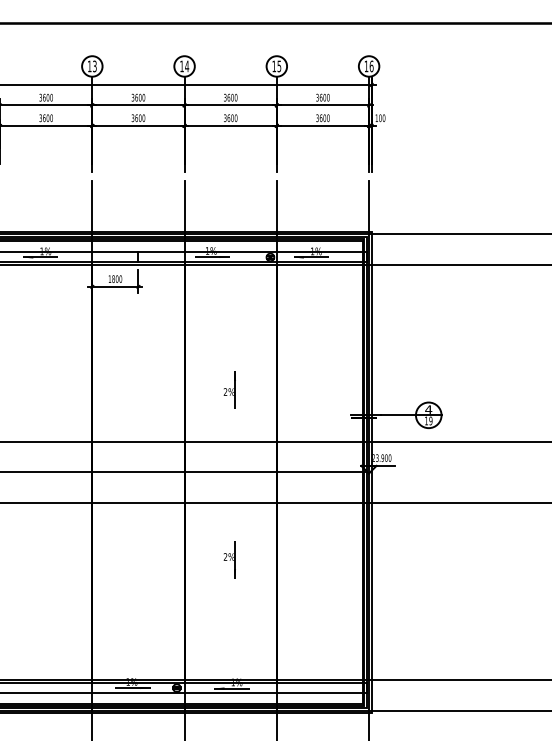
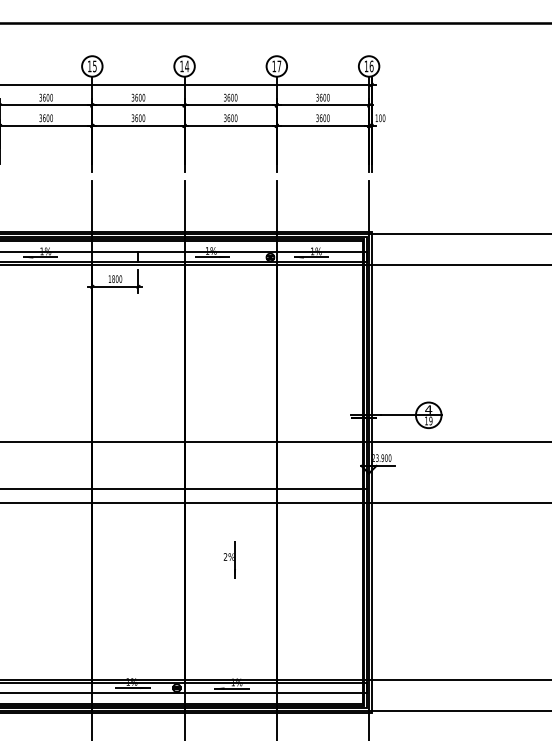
text at (94, 65): 13 -> 15
text at (279, 66): 15 -> 17
part at (229, 389): present -> none
line at (184, 472) position: (184, 472) -> (184, 489)
